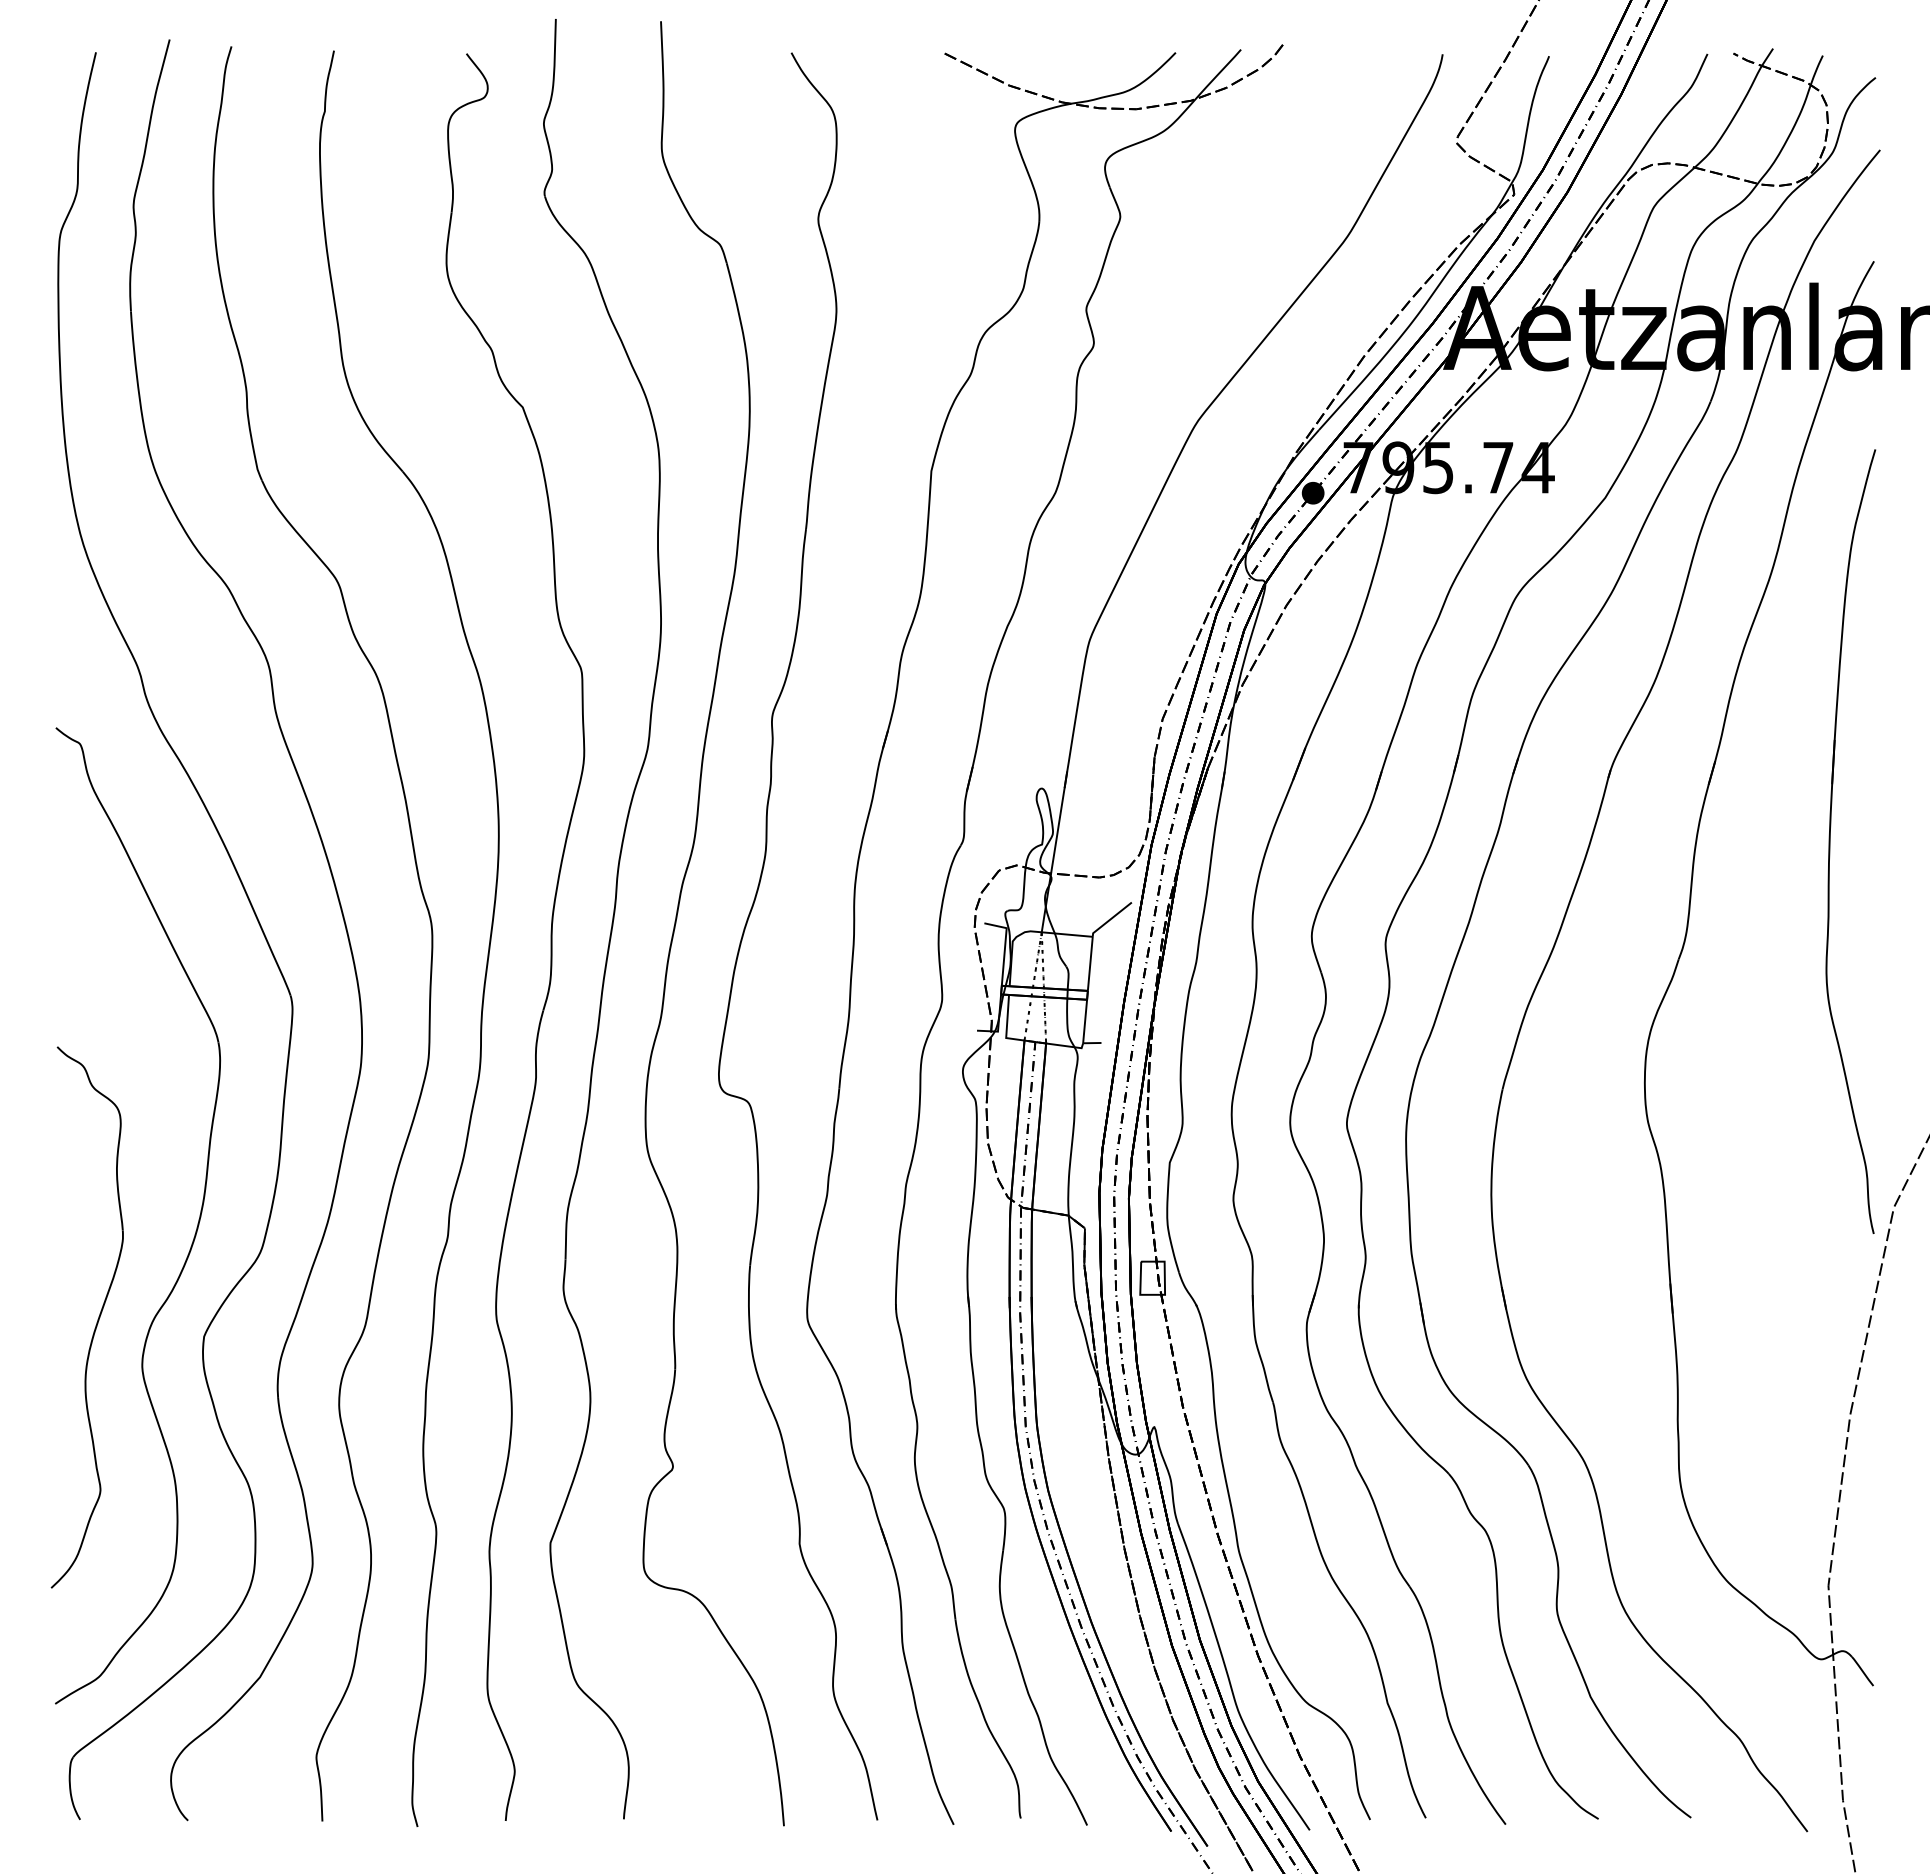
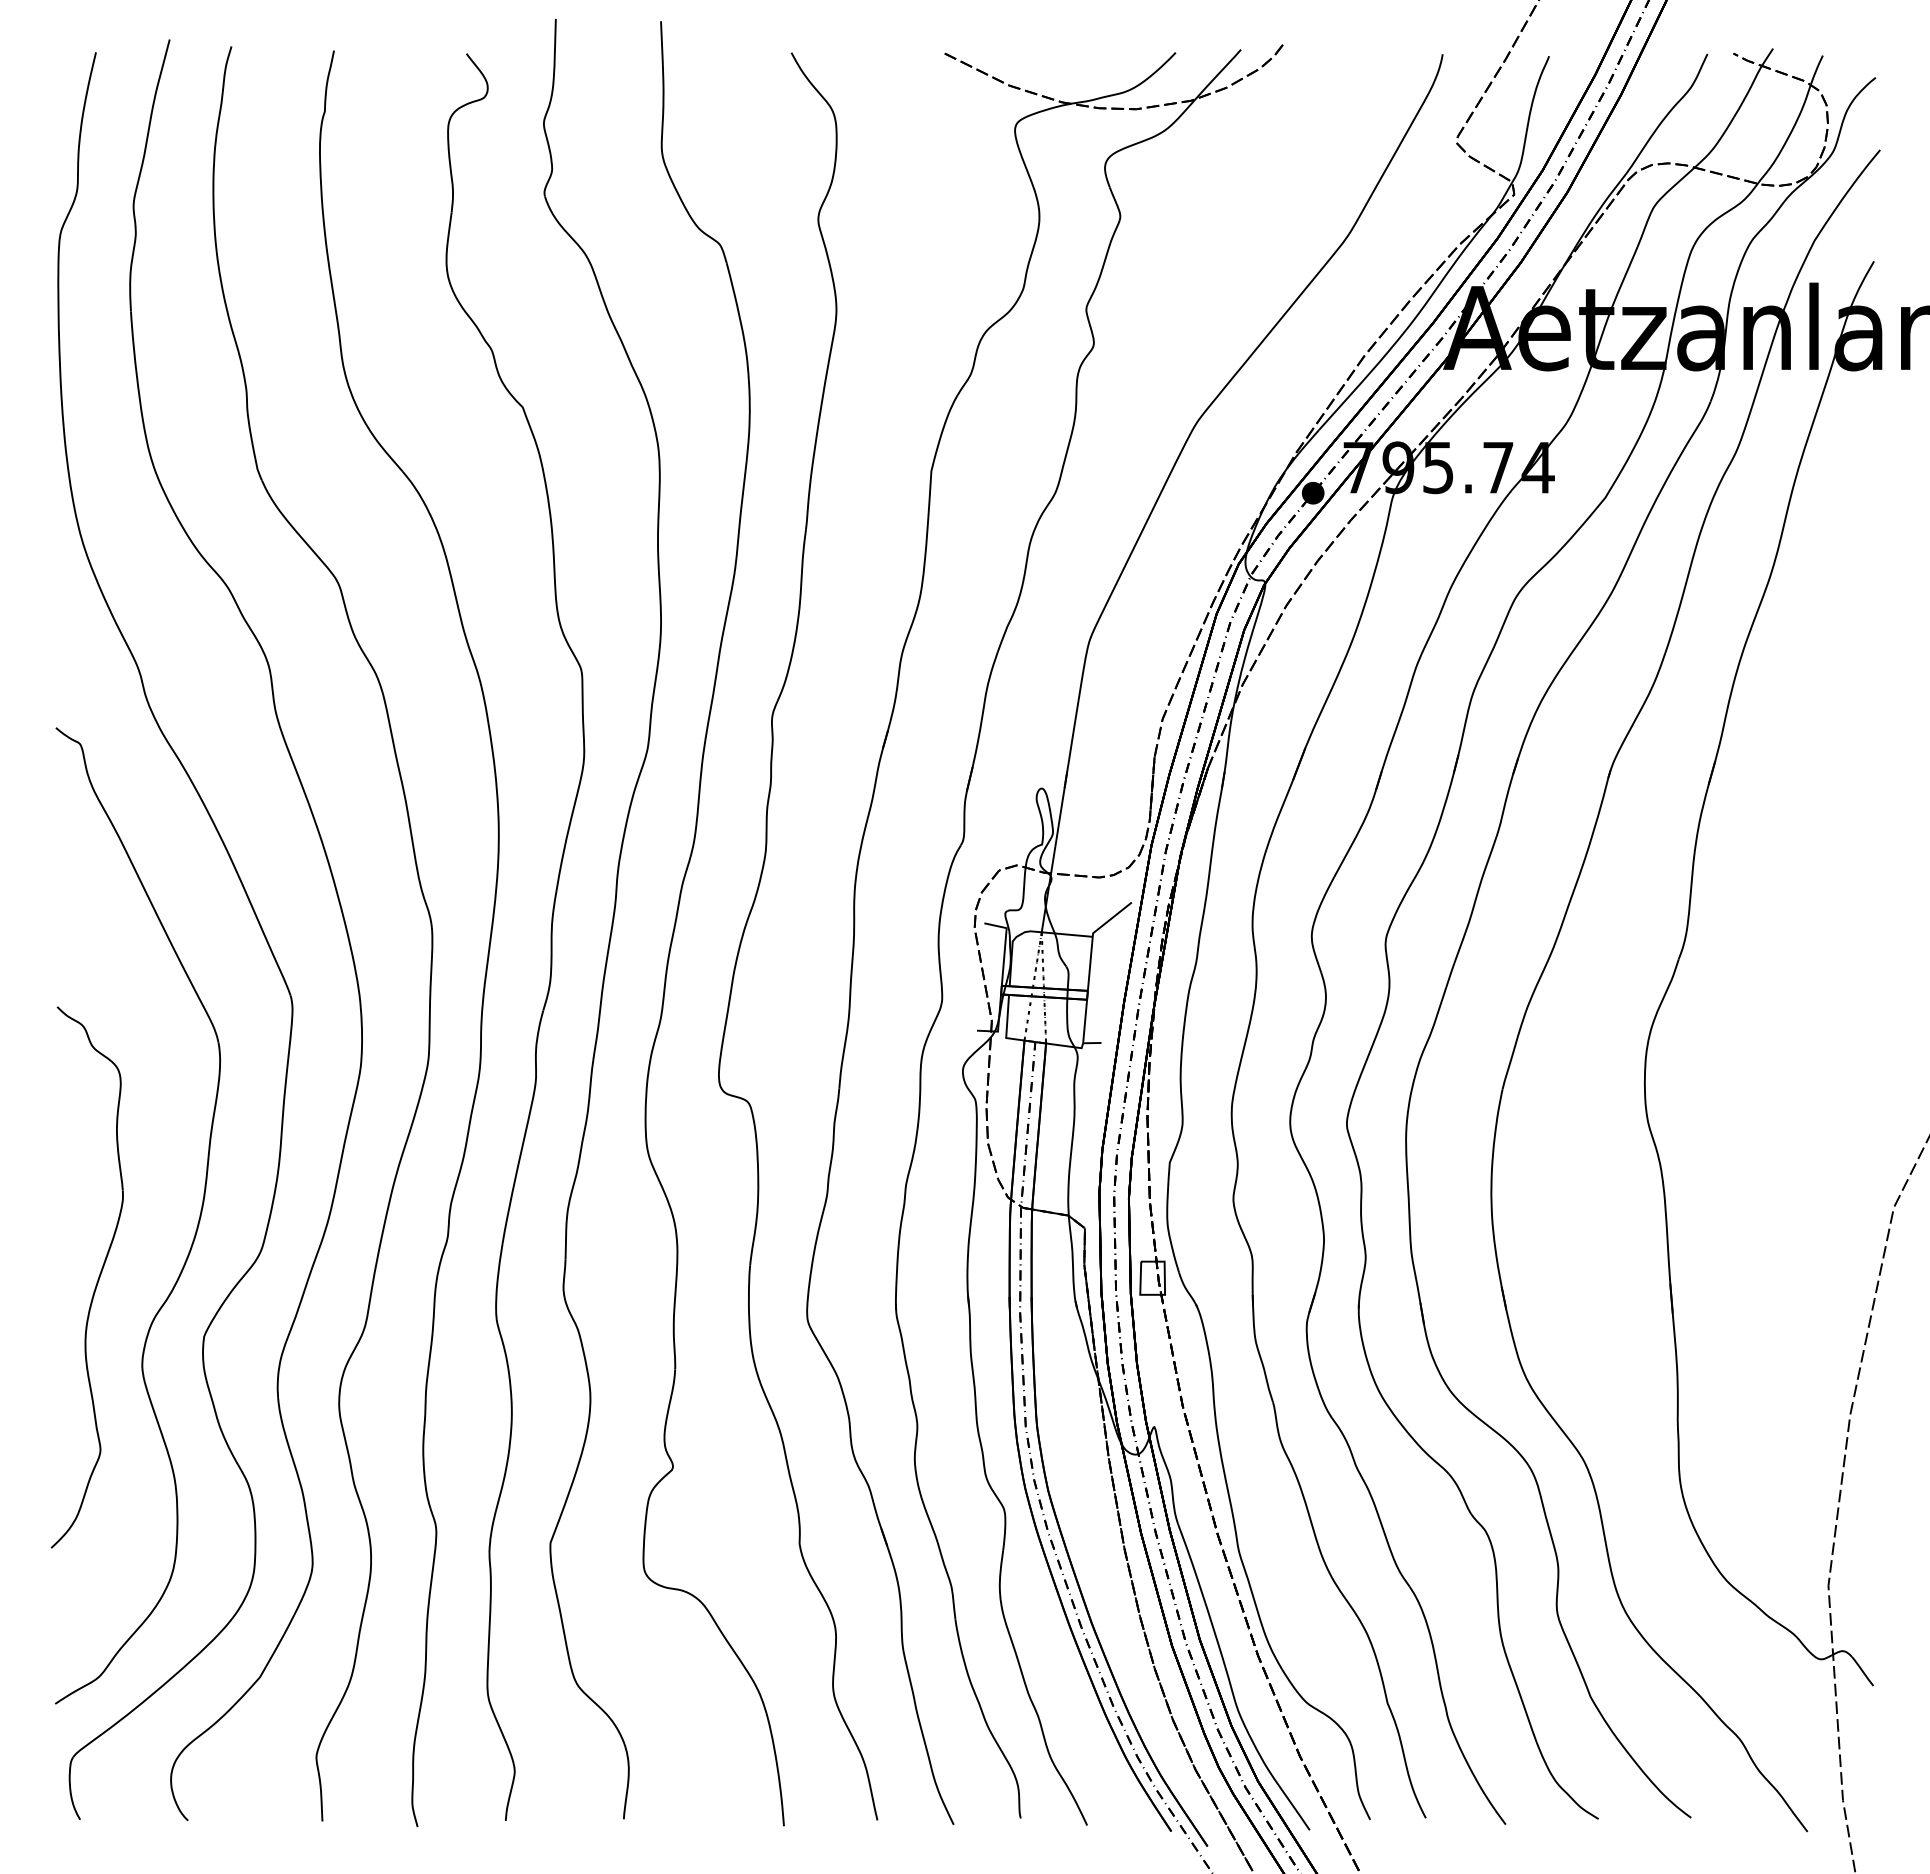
part at (1830, 841): present -> none
part at (97, 1319) position: (97, 1319) -> (97, 1279)
